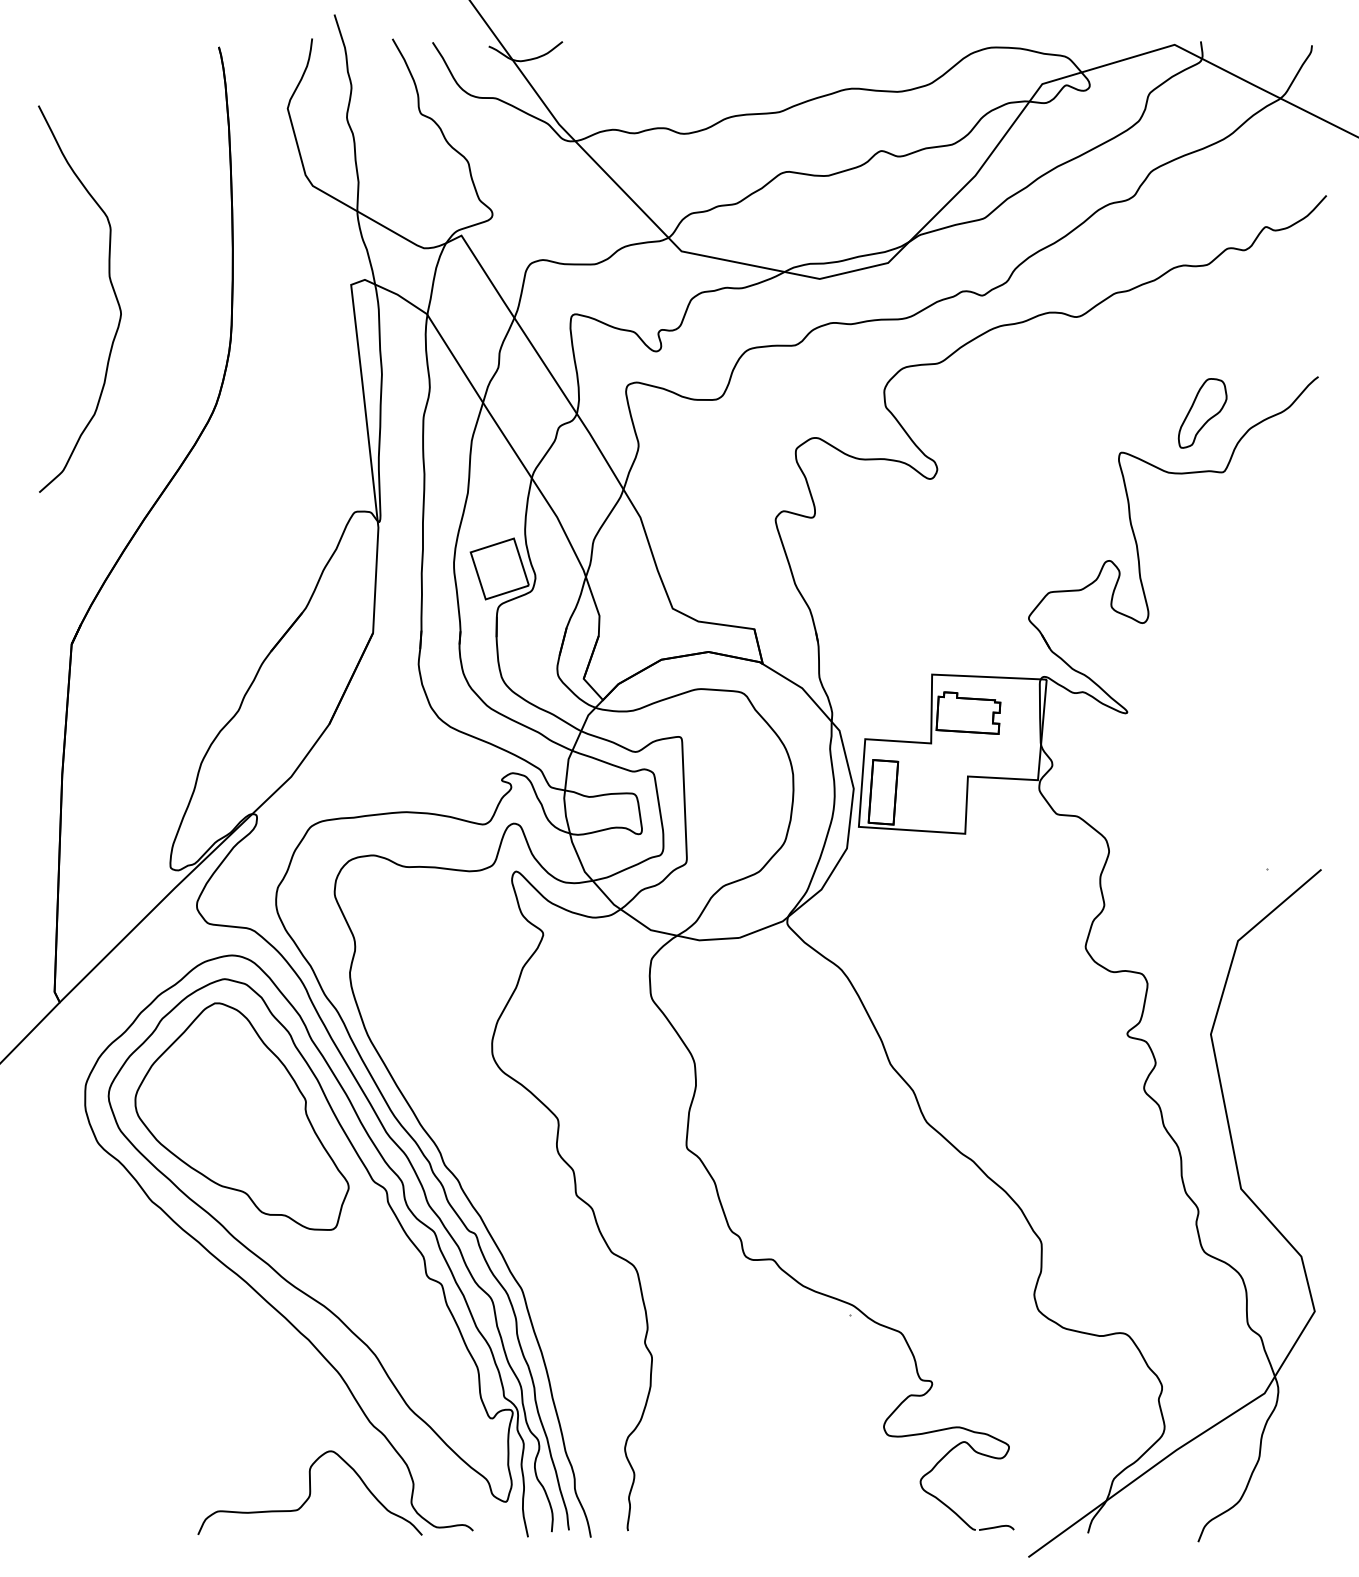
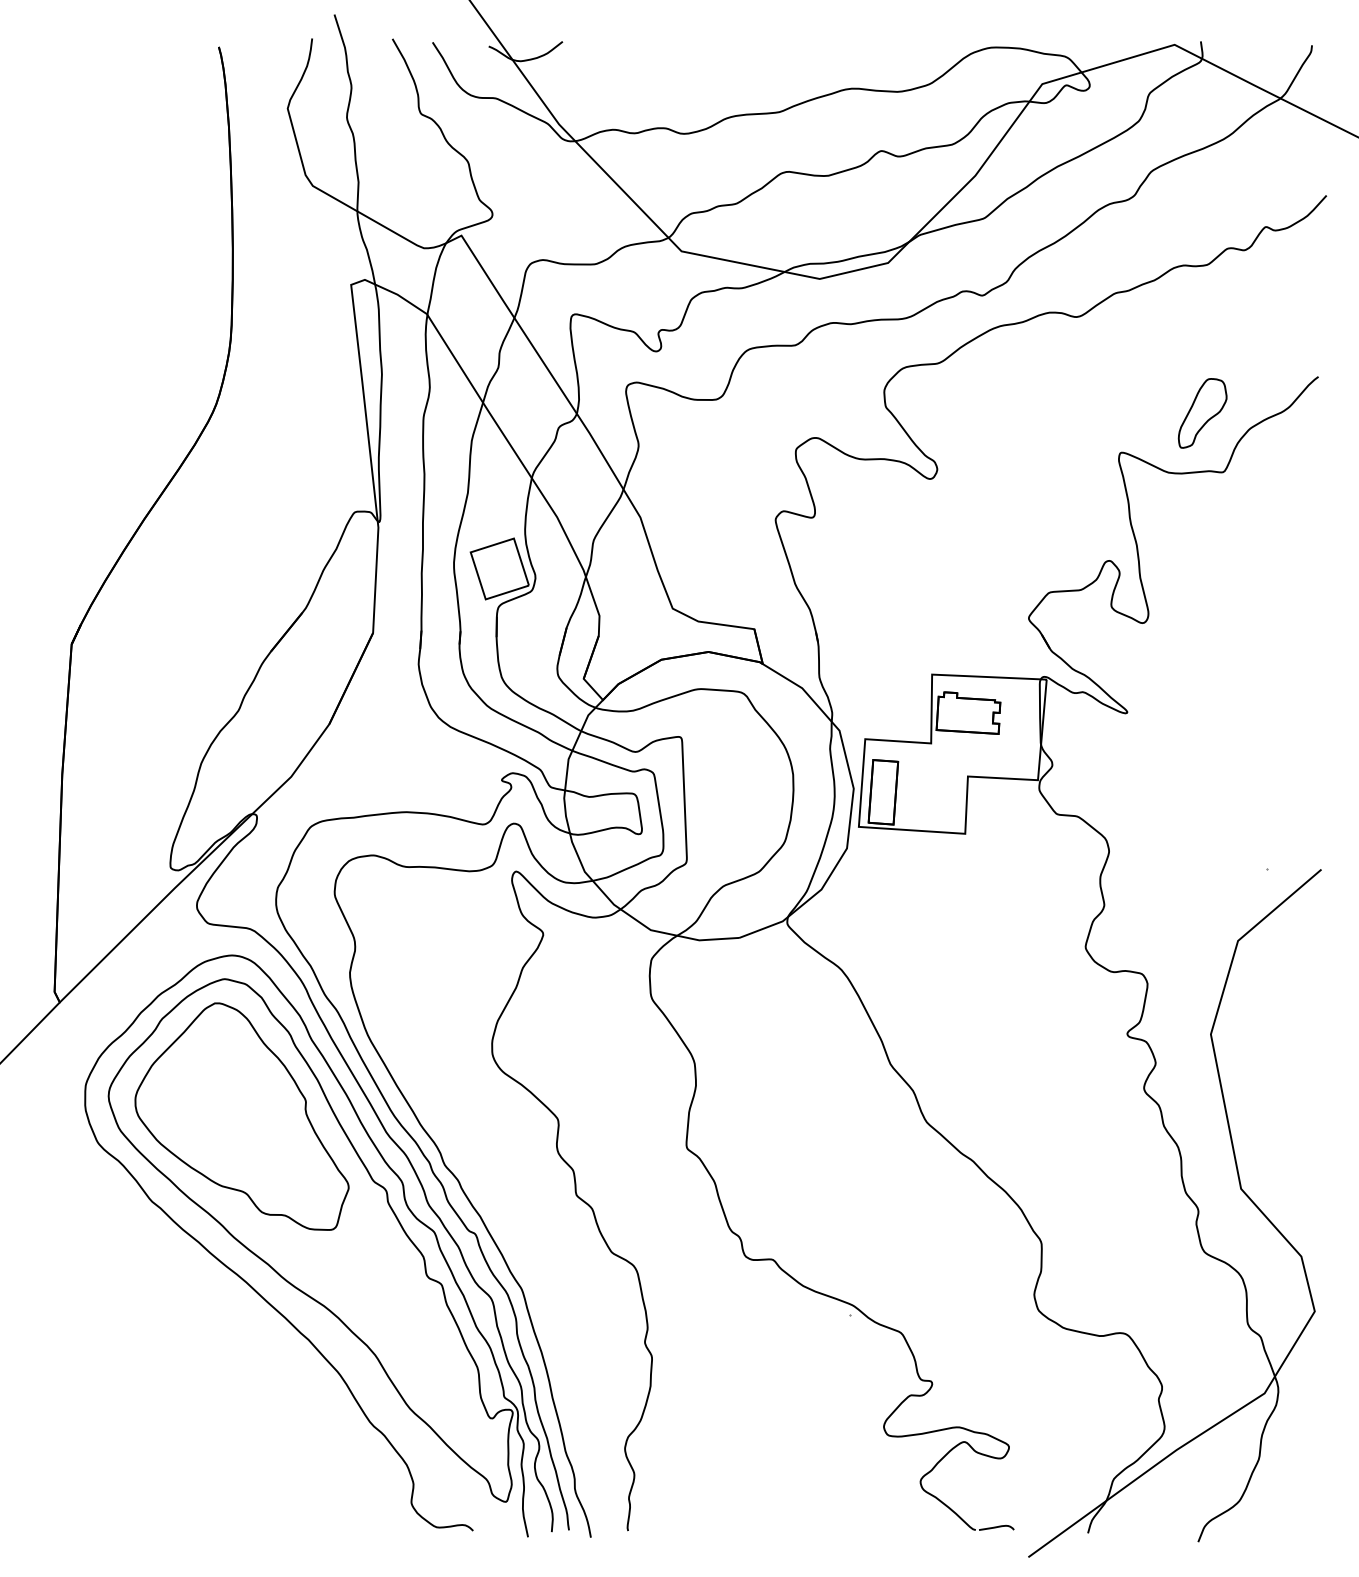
curve at (111, 286): present -> none
curve at (309, 1492): present -> none
